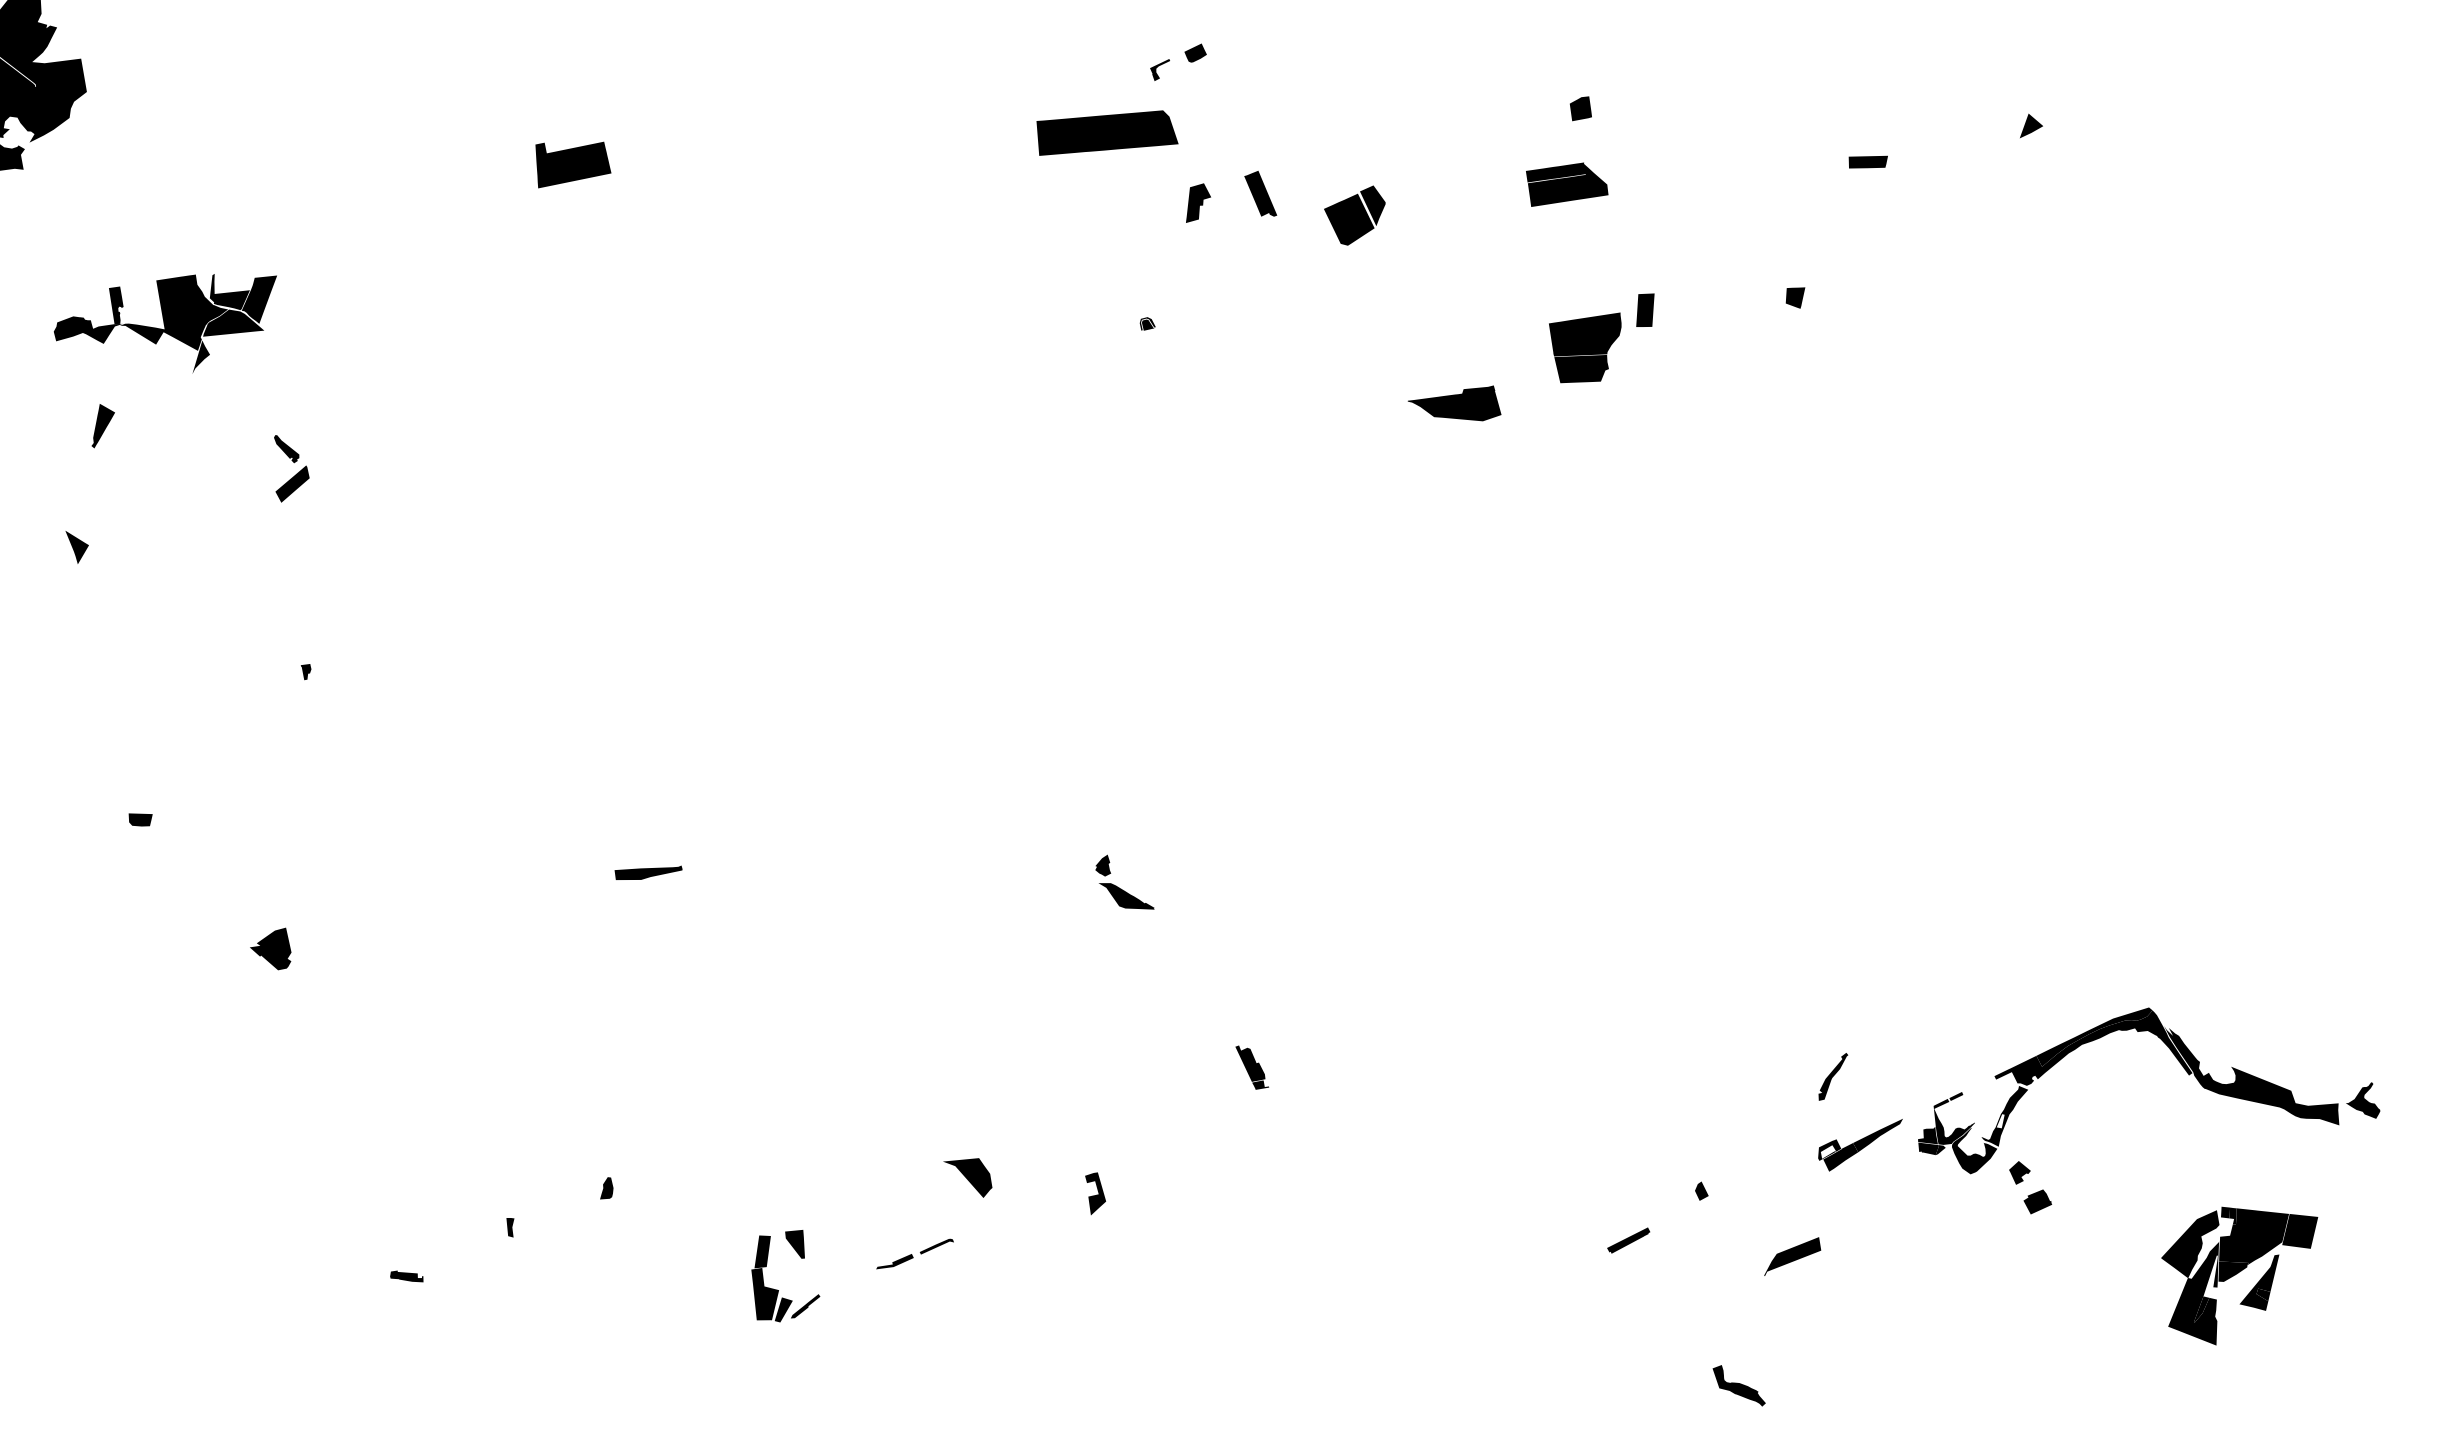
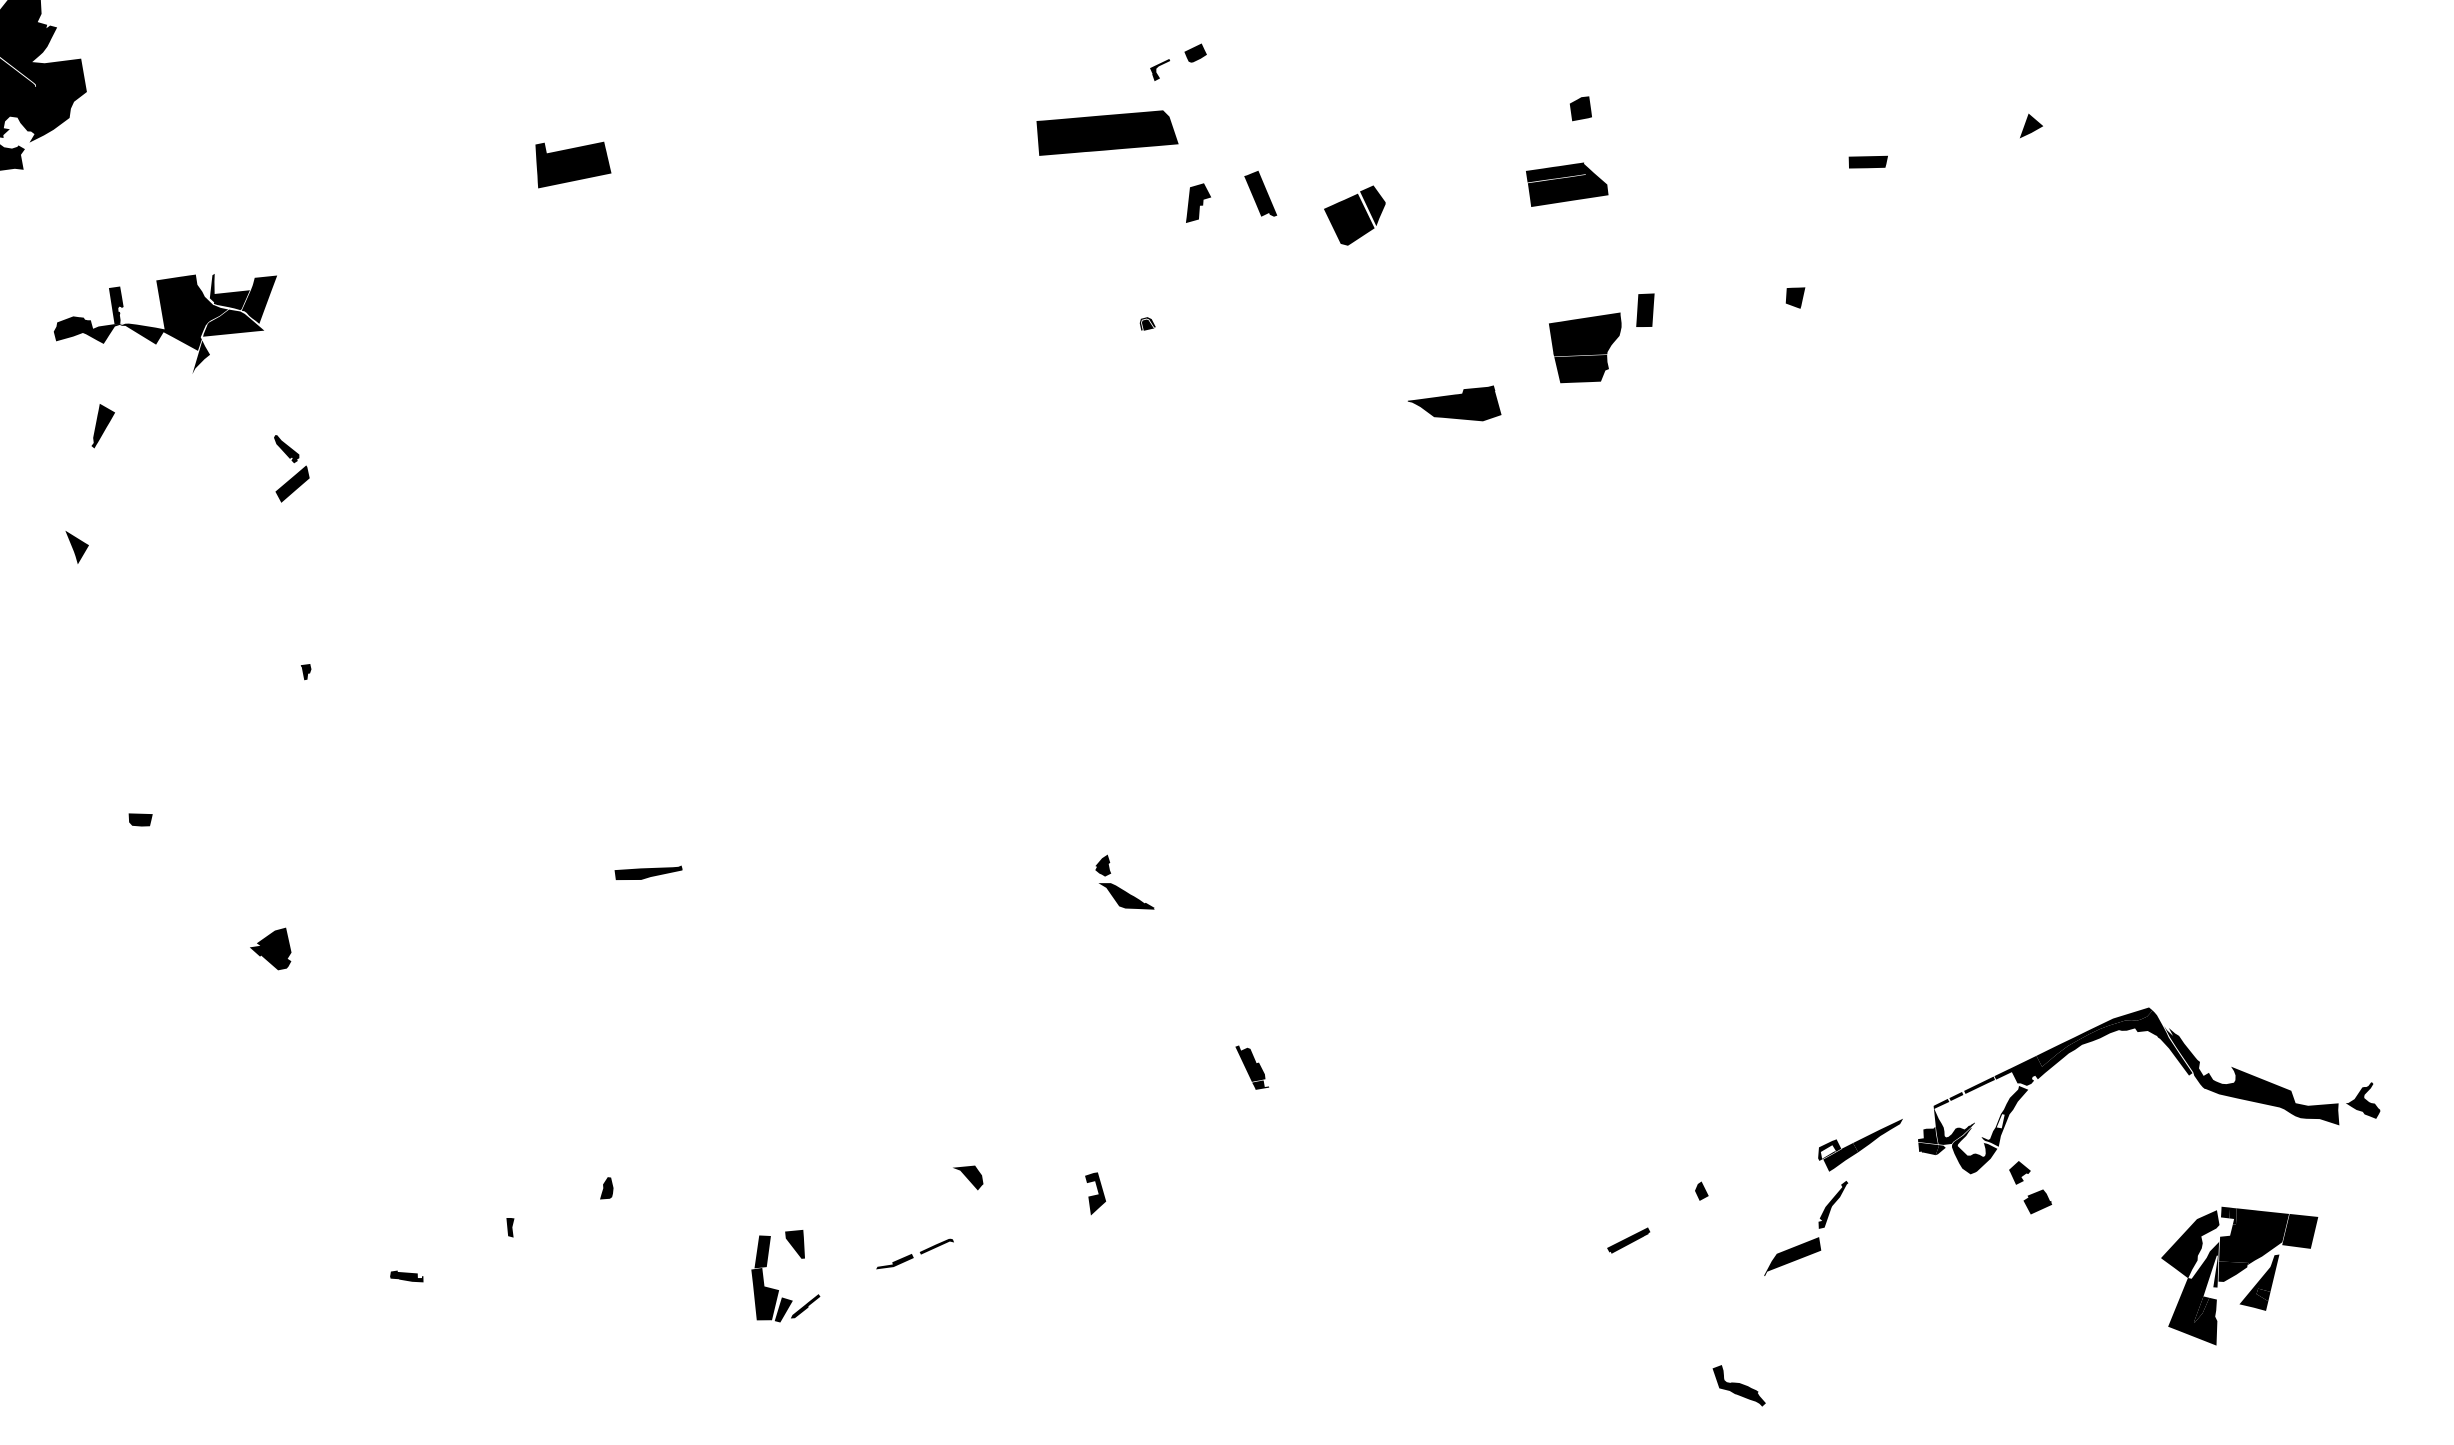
part at (1833, 1076) position: (1833, 1076) -> (1833, 1204)
fill at (1979, 1084): none -> present
part at (967, 1177) size: 50x40 px -> 31x26 px
